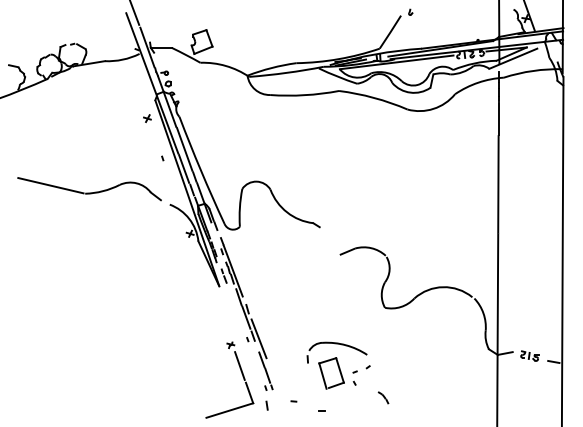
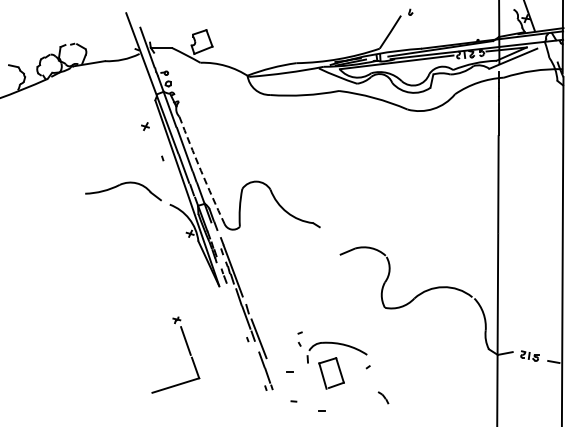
line at (134, 13): present -> none
part at (147, 118) position: (147, 118) -> (145, 126)
arc at (201, 170): solid -> dashed
line at (50, 185): present -> none
line at (289, 371): none -> present
part at (241, 374) position: (241, 374) -> (187, 349)
part at (354, 377) position: (354, 377) -> (299, 338)
line at (266, 405): present -> none
